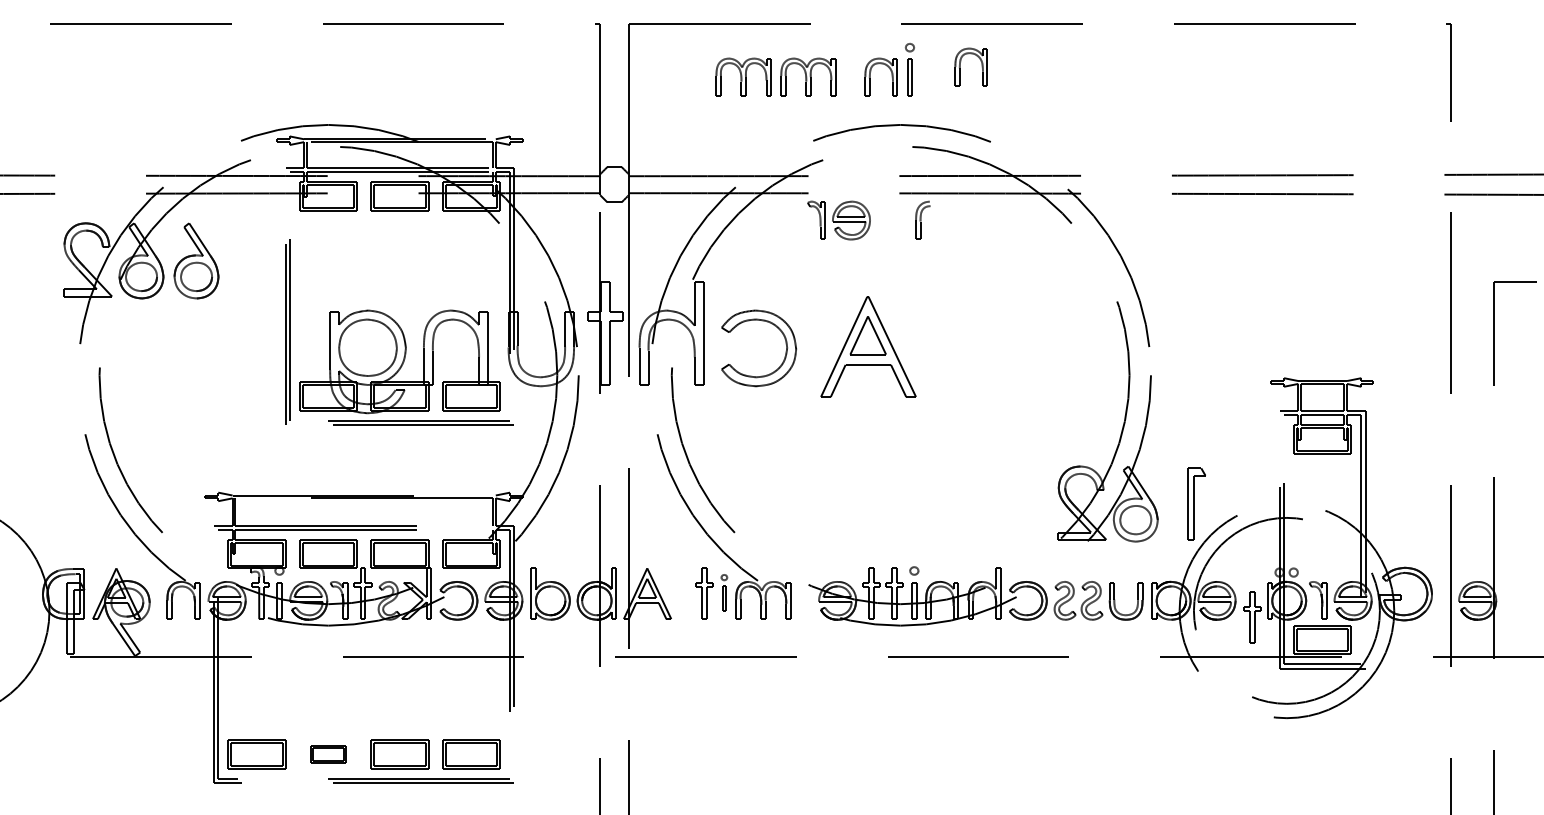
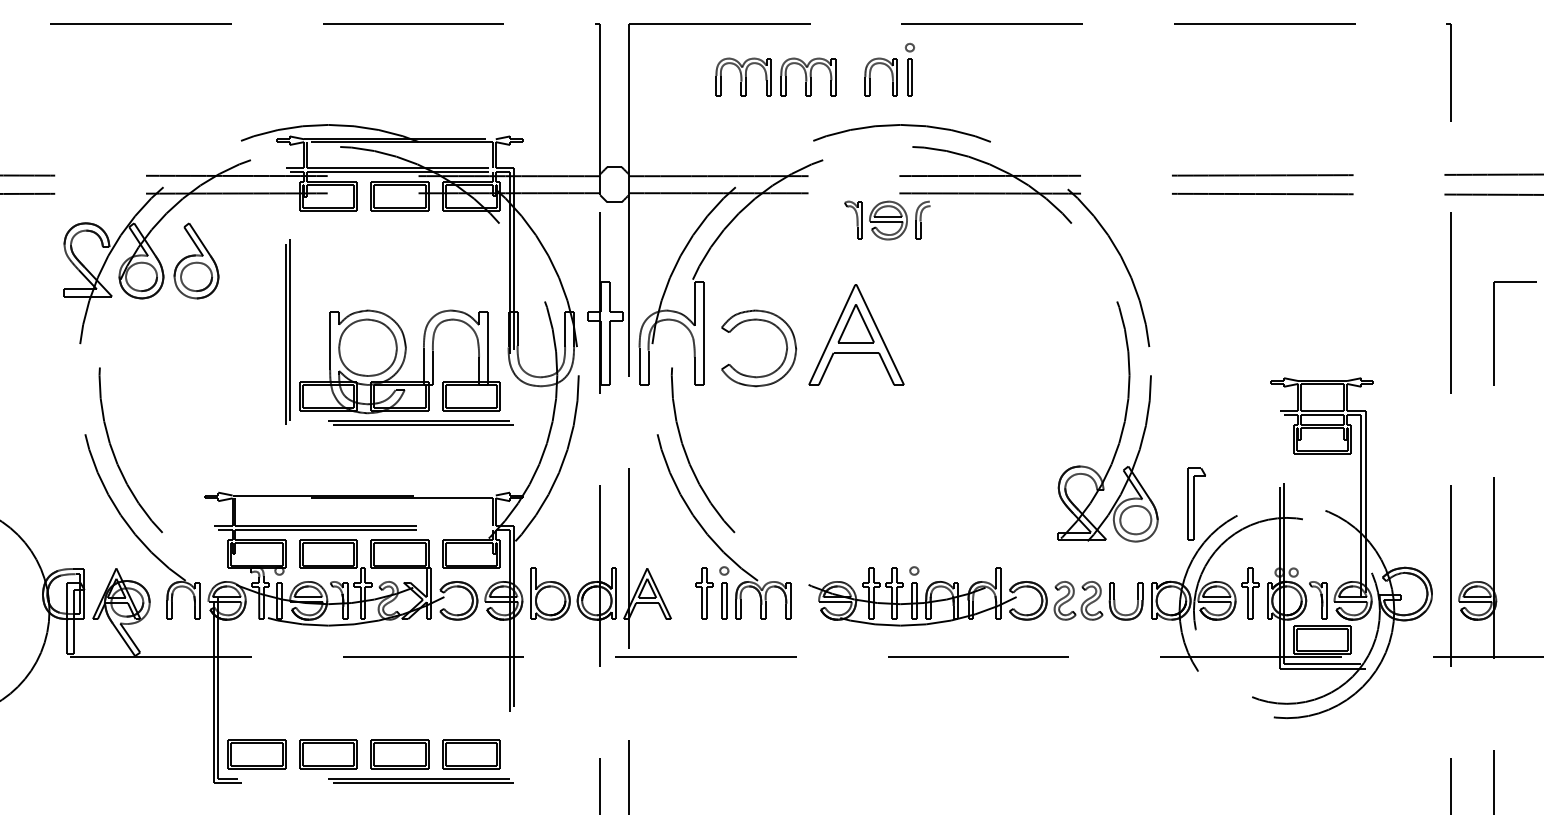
part at (960, 66): present -> none
part at (838, 220) position: (838, 220) -> (875, 220)
part at (868, 346) position: (868, 346) -> (856, 334)
part at (724, 592) size: 9x38 px -> 11x54 px
part at (1252, 617) position: (1252, 617) -> (1250, 593)
part at (328, 754) size: 37x19 px -> 59x31 px
